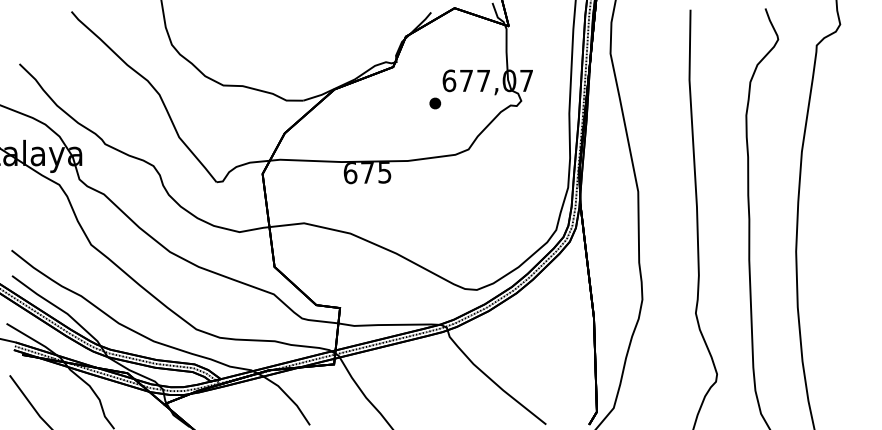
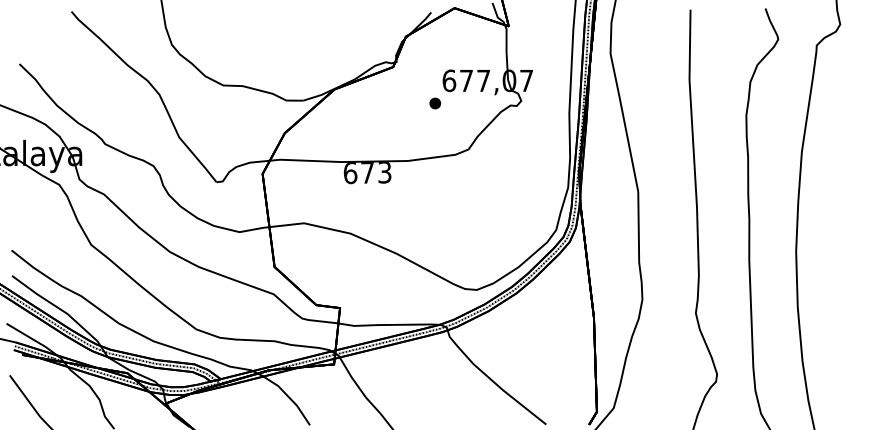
text at (384, 172): 675 -> 673
